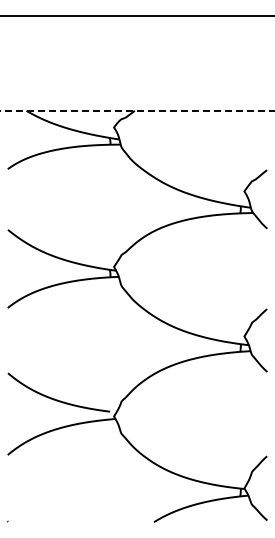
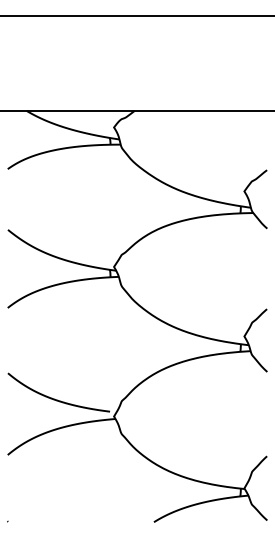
line at (137, 110): dashed -> solid
